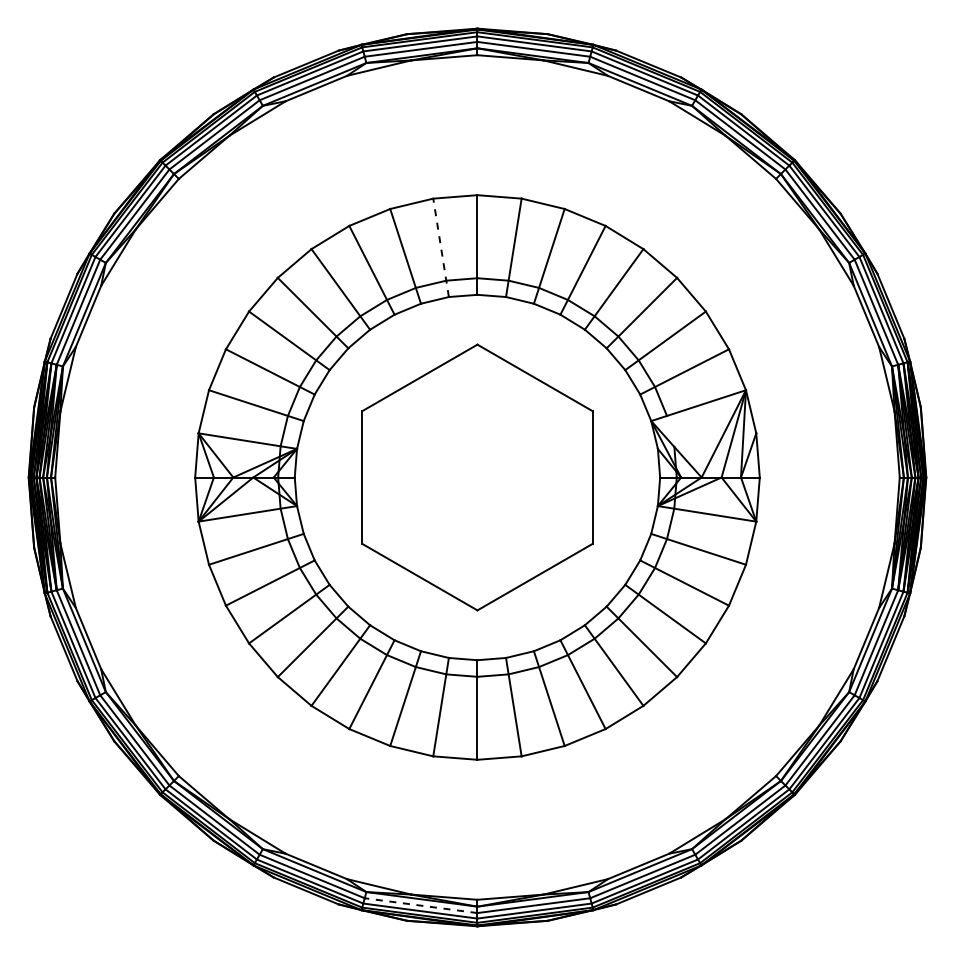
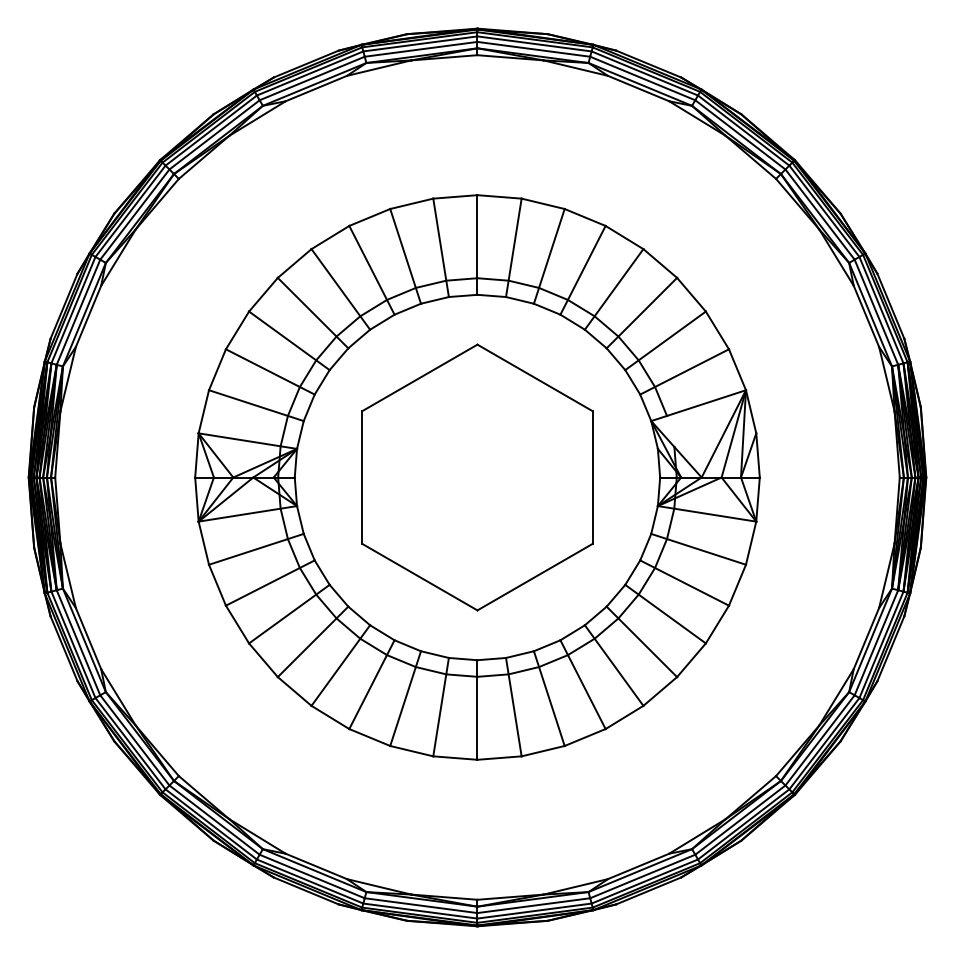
line at (441, 247): dashed -> solid
line at (421, 905): dashed -> solid
